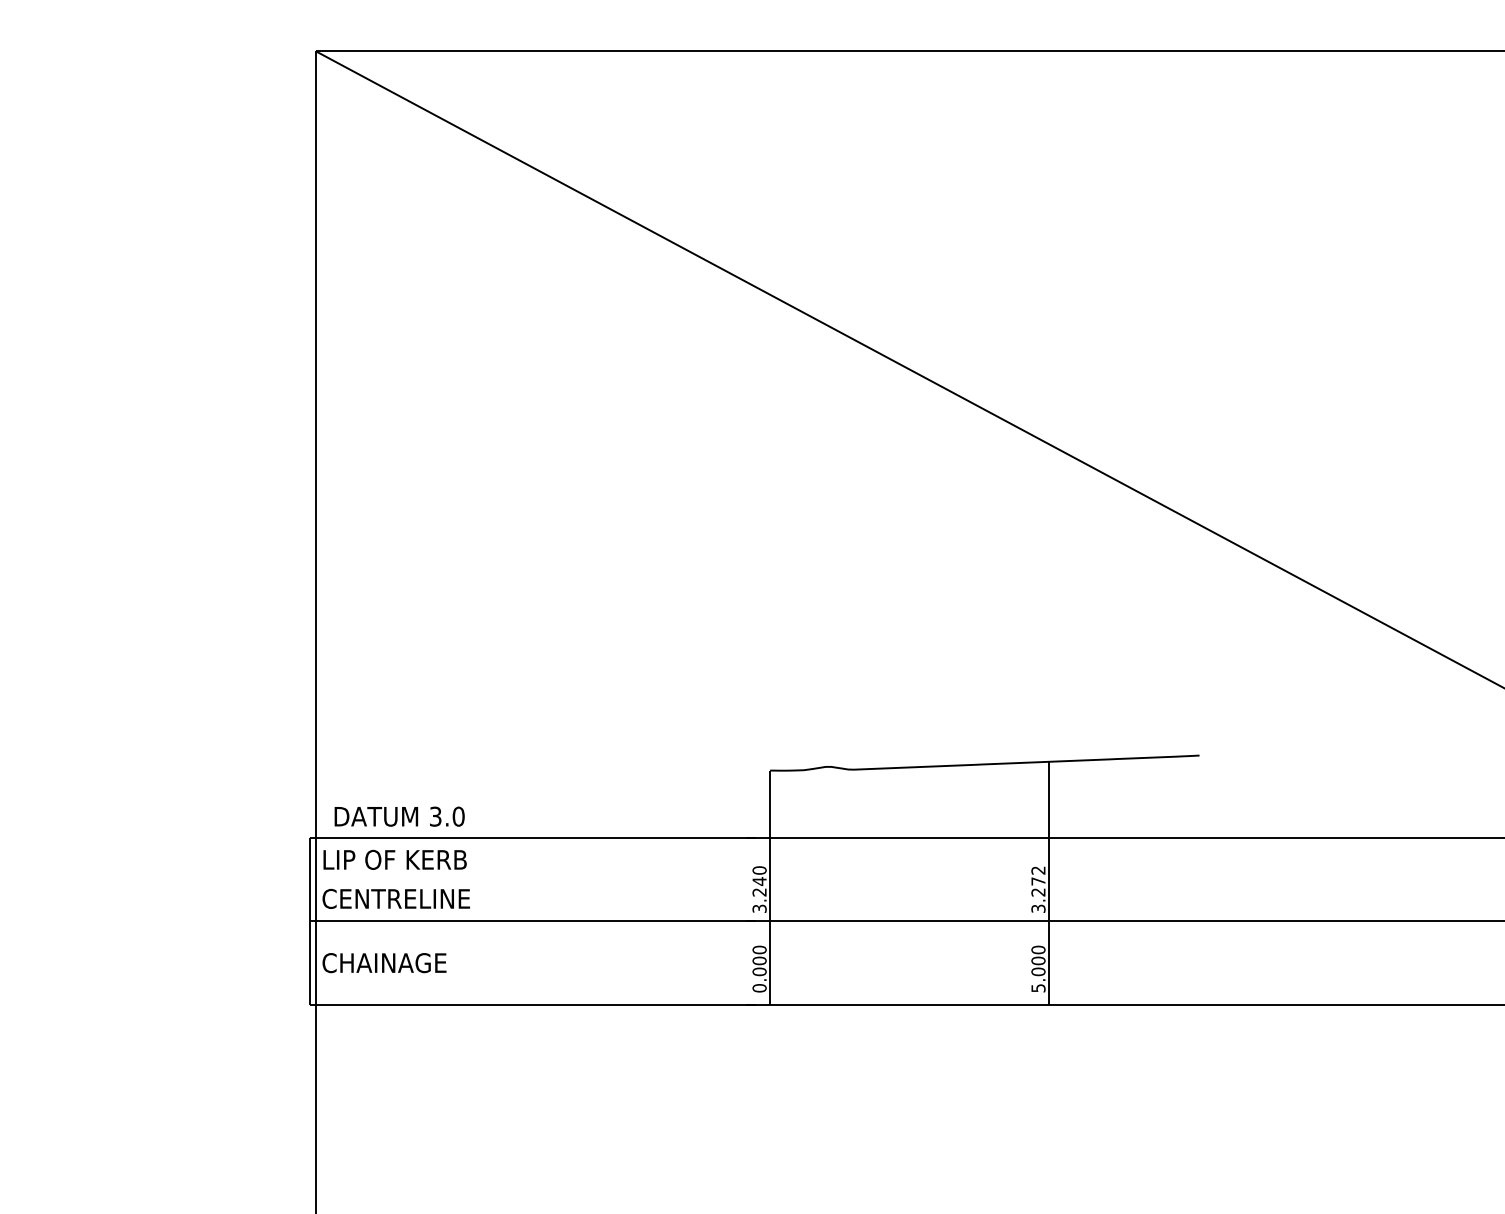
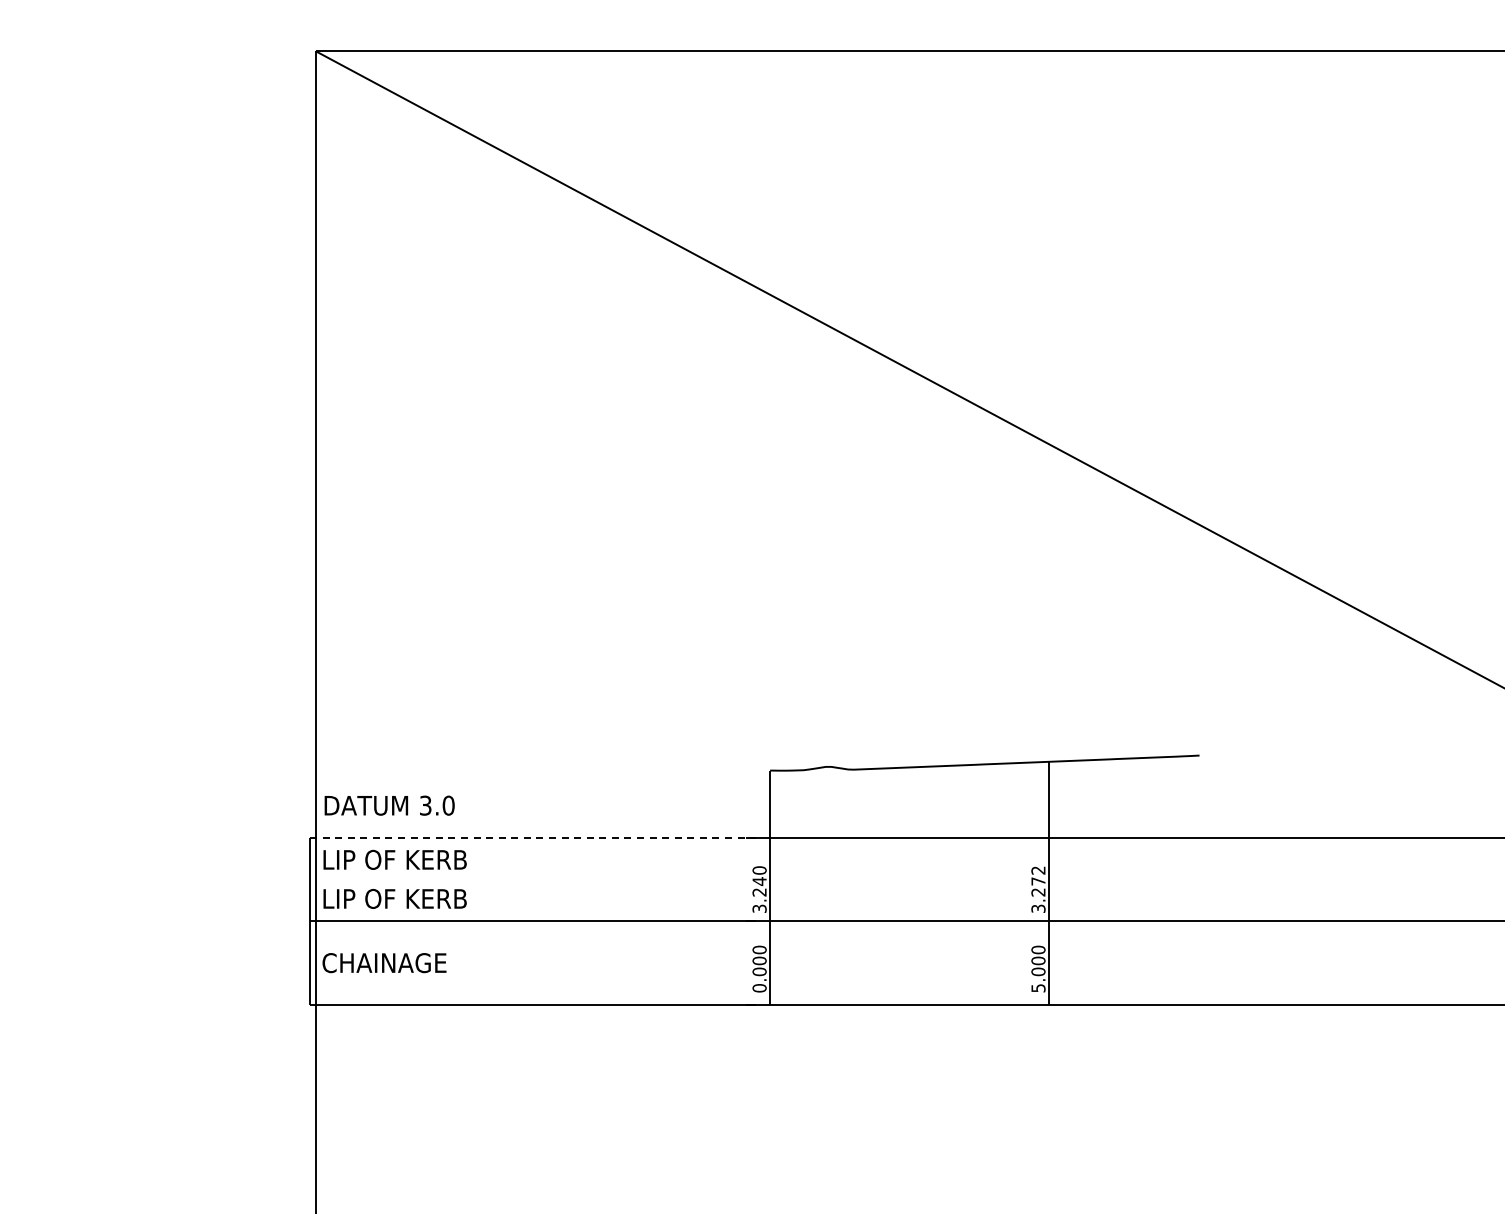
text at (399, 816) position: (399, 816) -> (389, 805)
line at (533, 837): solid -> dashed
text at (396, 898): CENTRELINE -> LIP OF KERB
